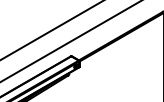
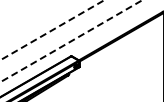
line at (52, 30): solid -> dashed
line at (71, 41): solid -> dashed
